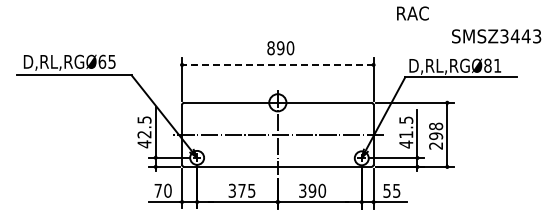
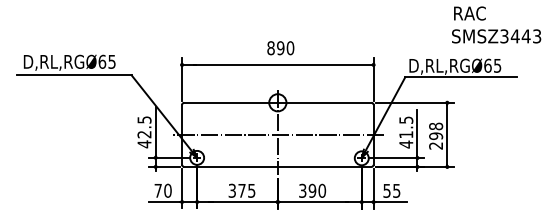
text at (412, 13) position: (412, 13) -> (469, 13)
line at (277, 64): dashed -> solid
text at (492, 65): D,RL,RGØ81 -> D,RL,RGØ65
